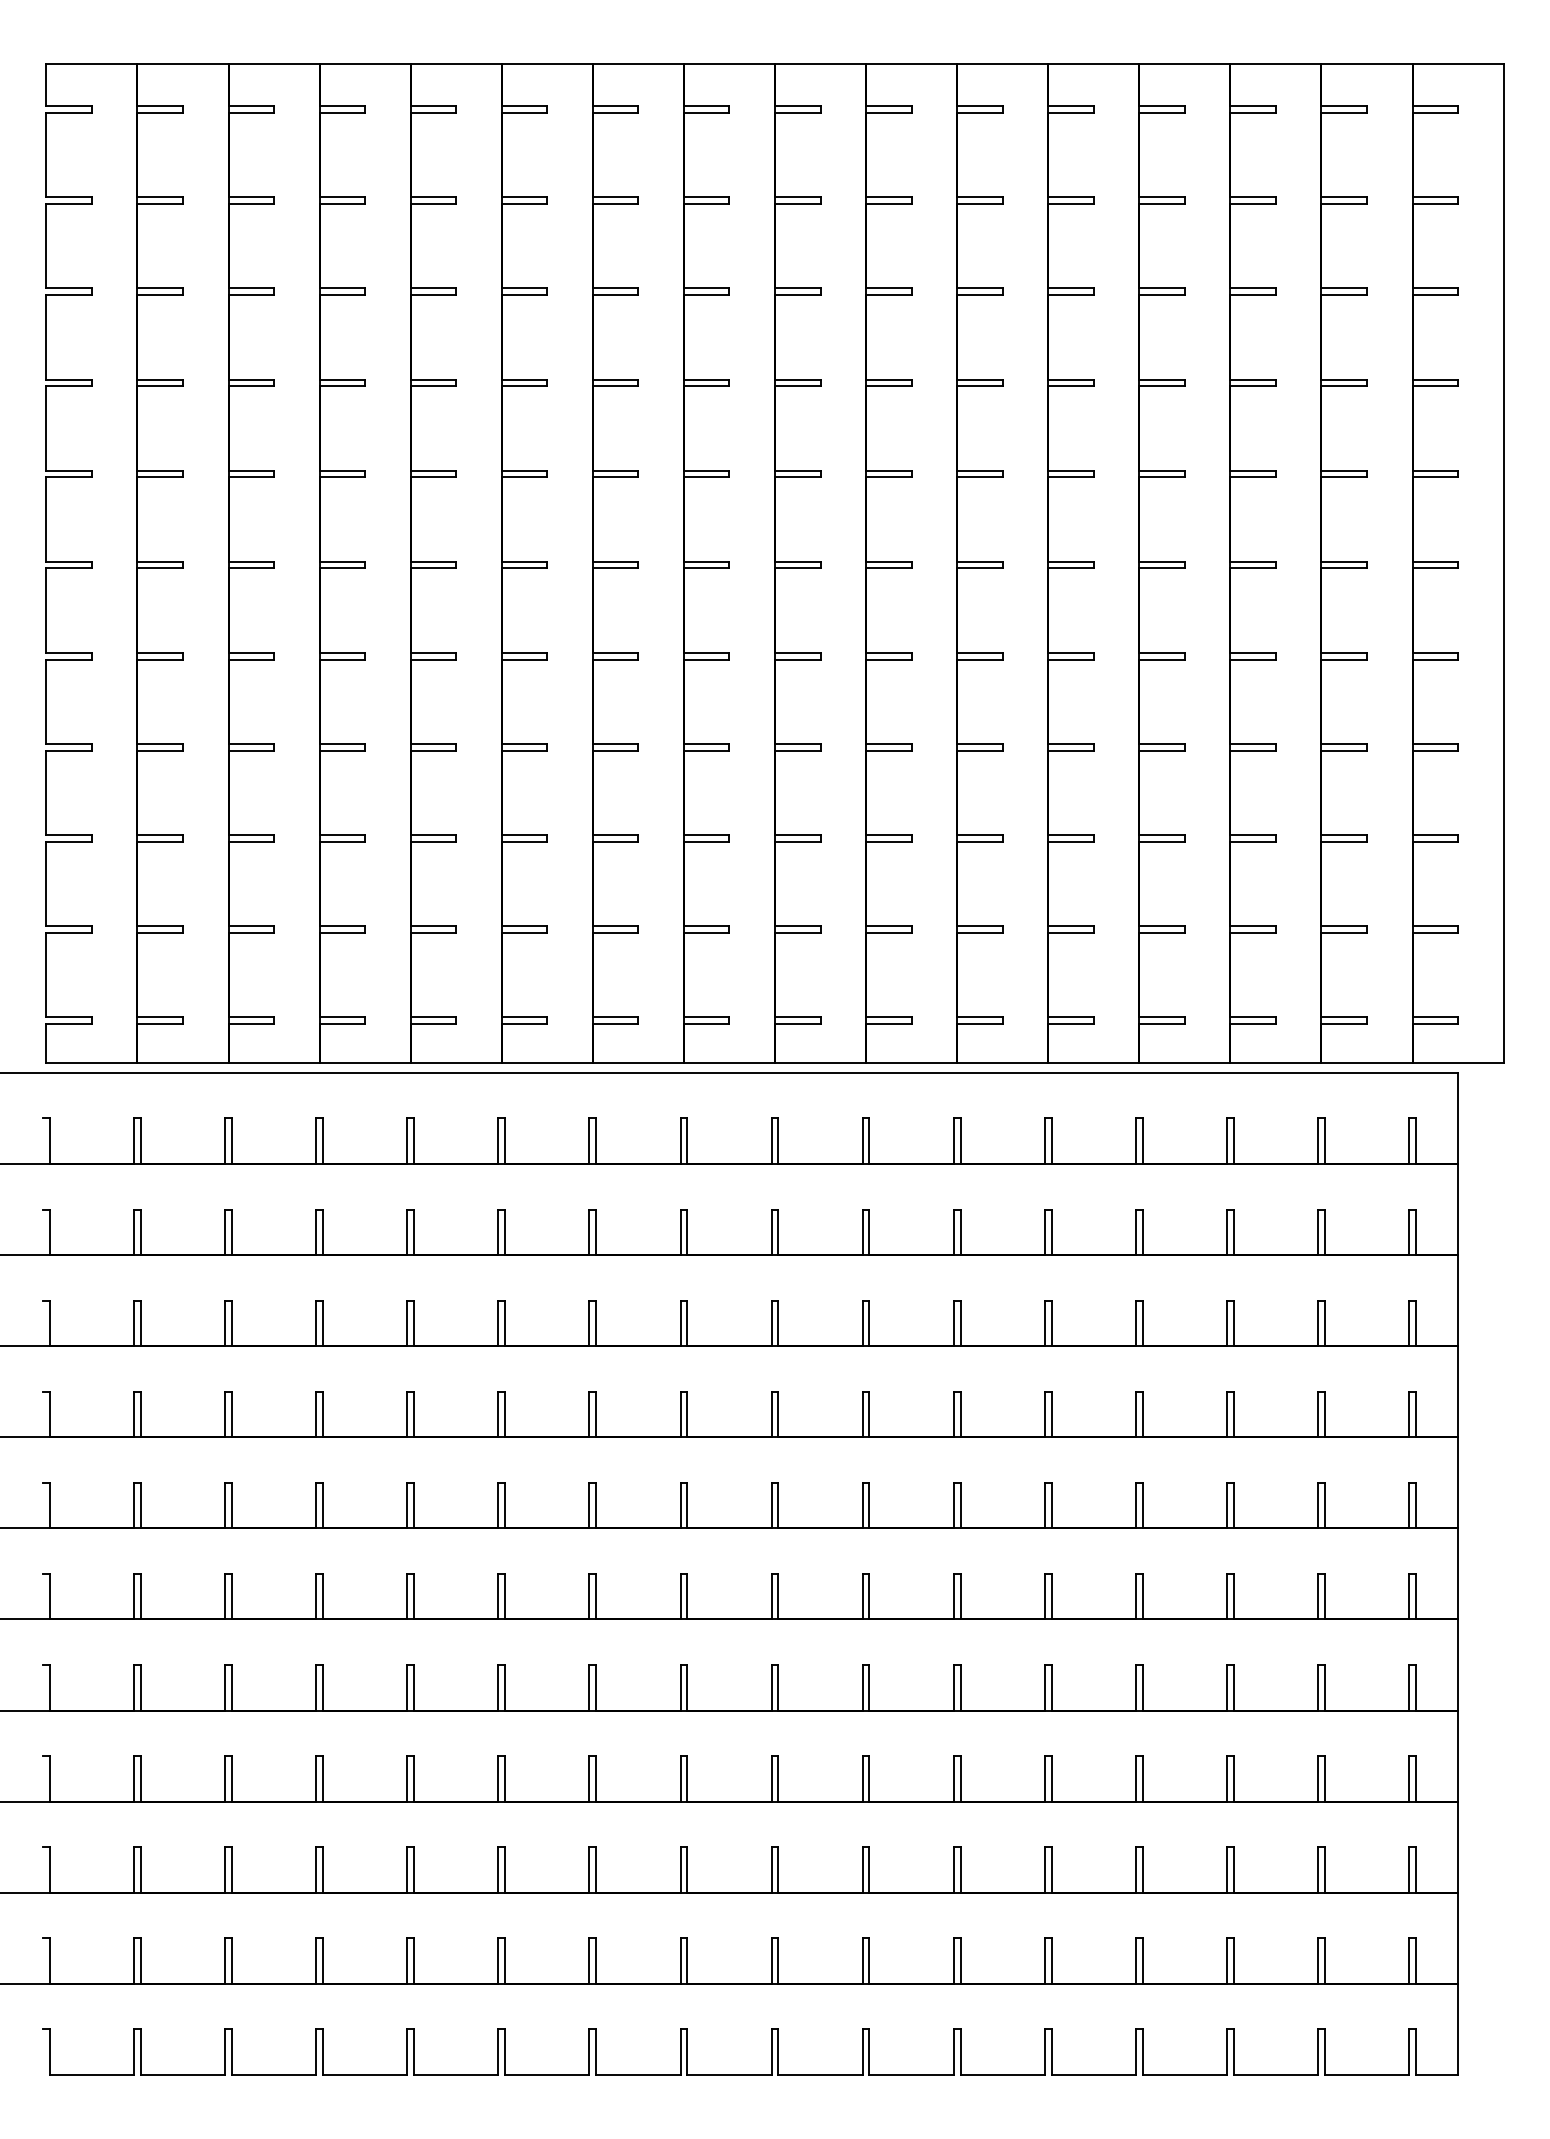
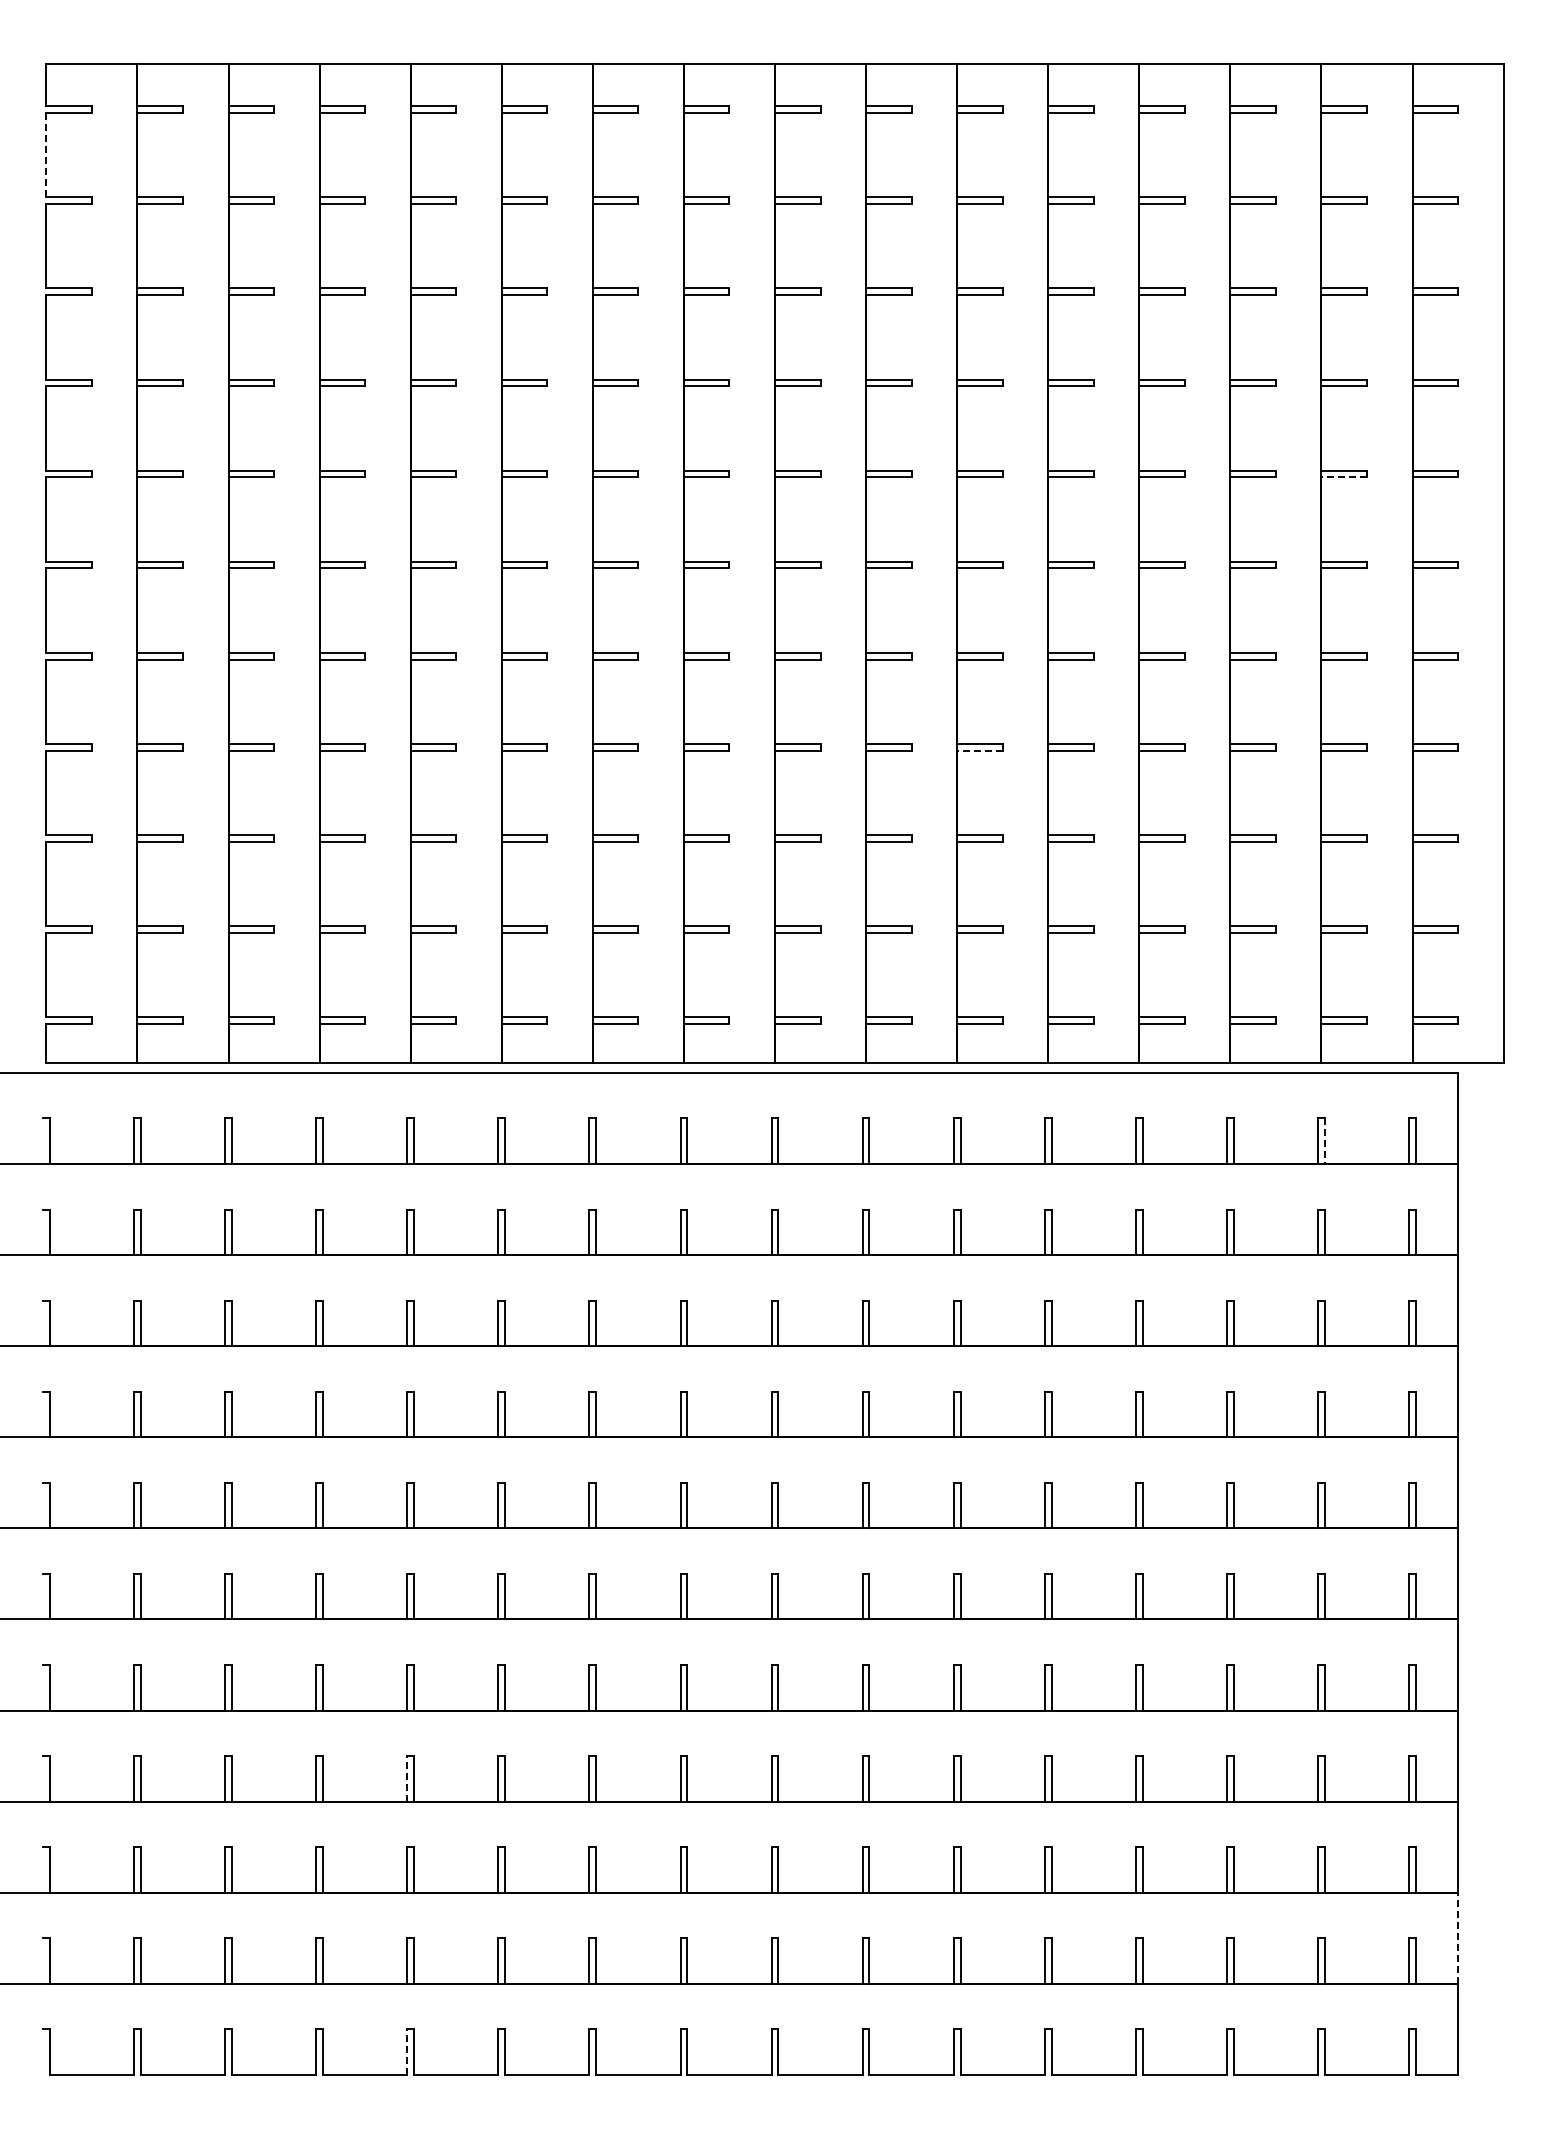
line at (46, 155): solid -> dashed
line at (1344, 477): solid -> dashed
line at (979, 750): solid -> dashed
line at (1324, 1141): solid -> dashed
line at (407, 1778): solid -> dashed
line at (1458, 1938): solid -> dashed
line at (407, 2052): solid -> dashed
